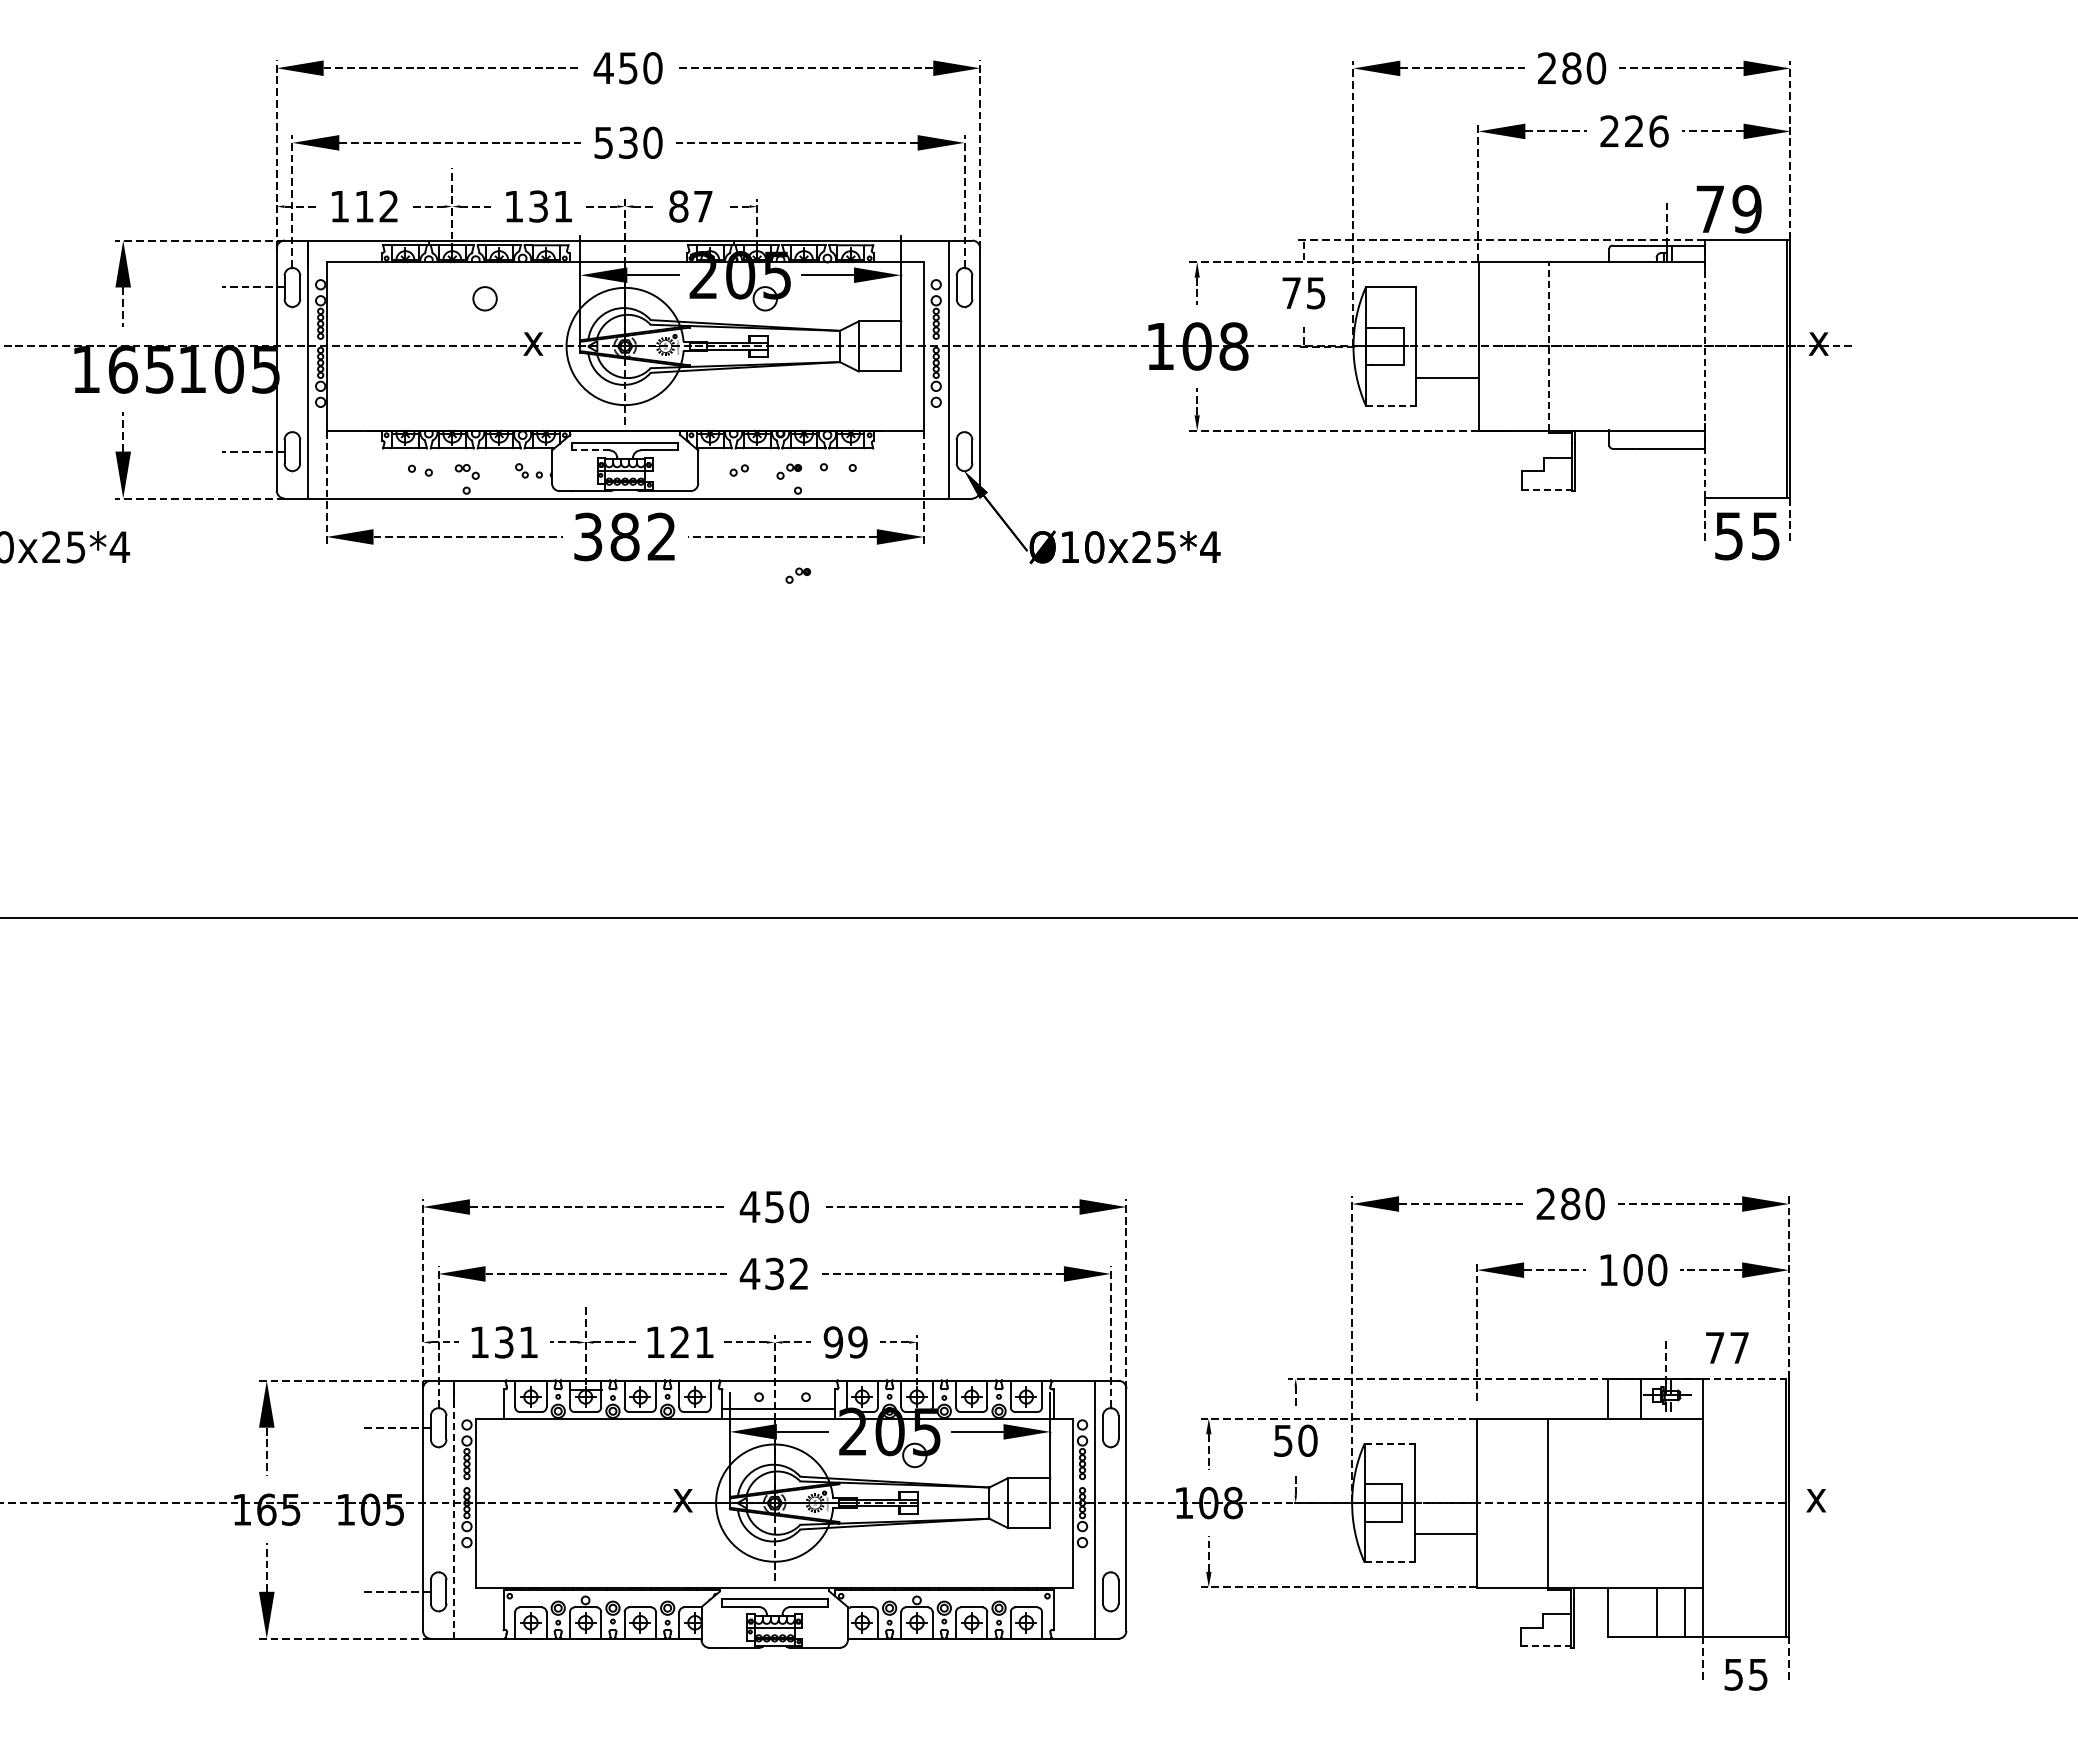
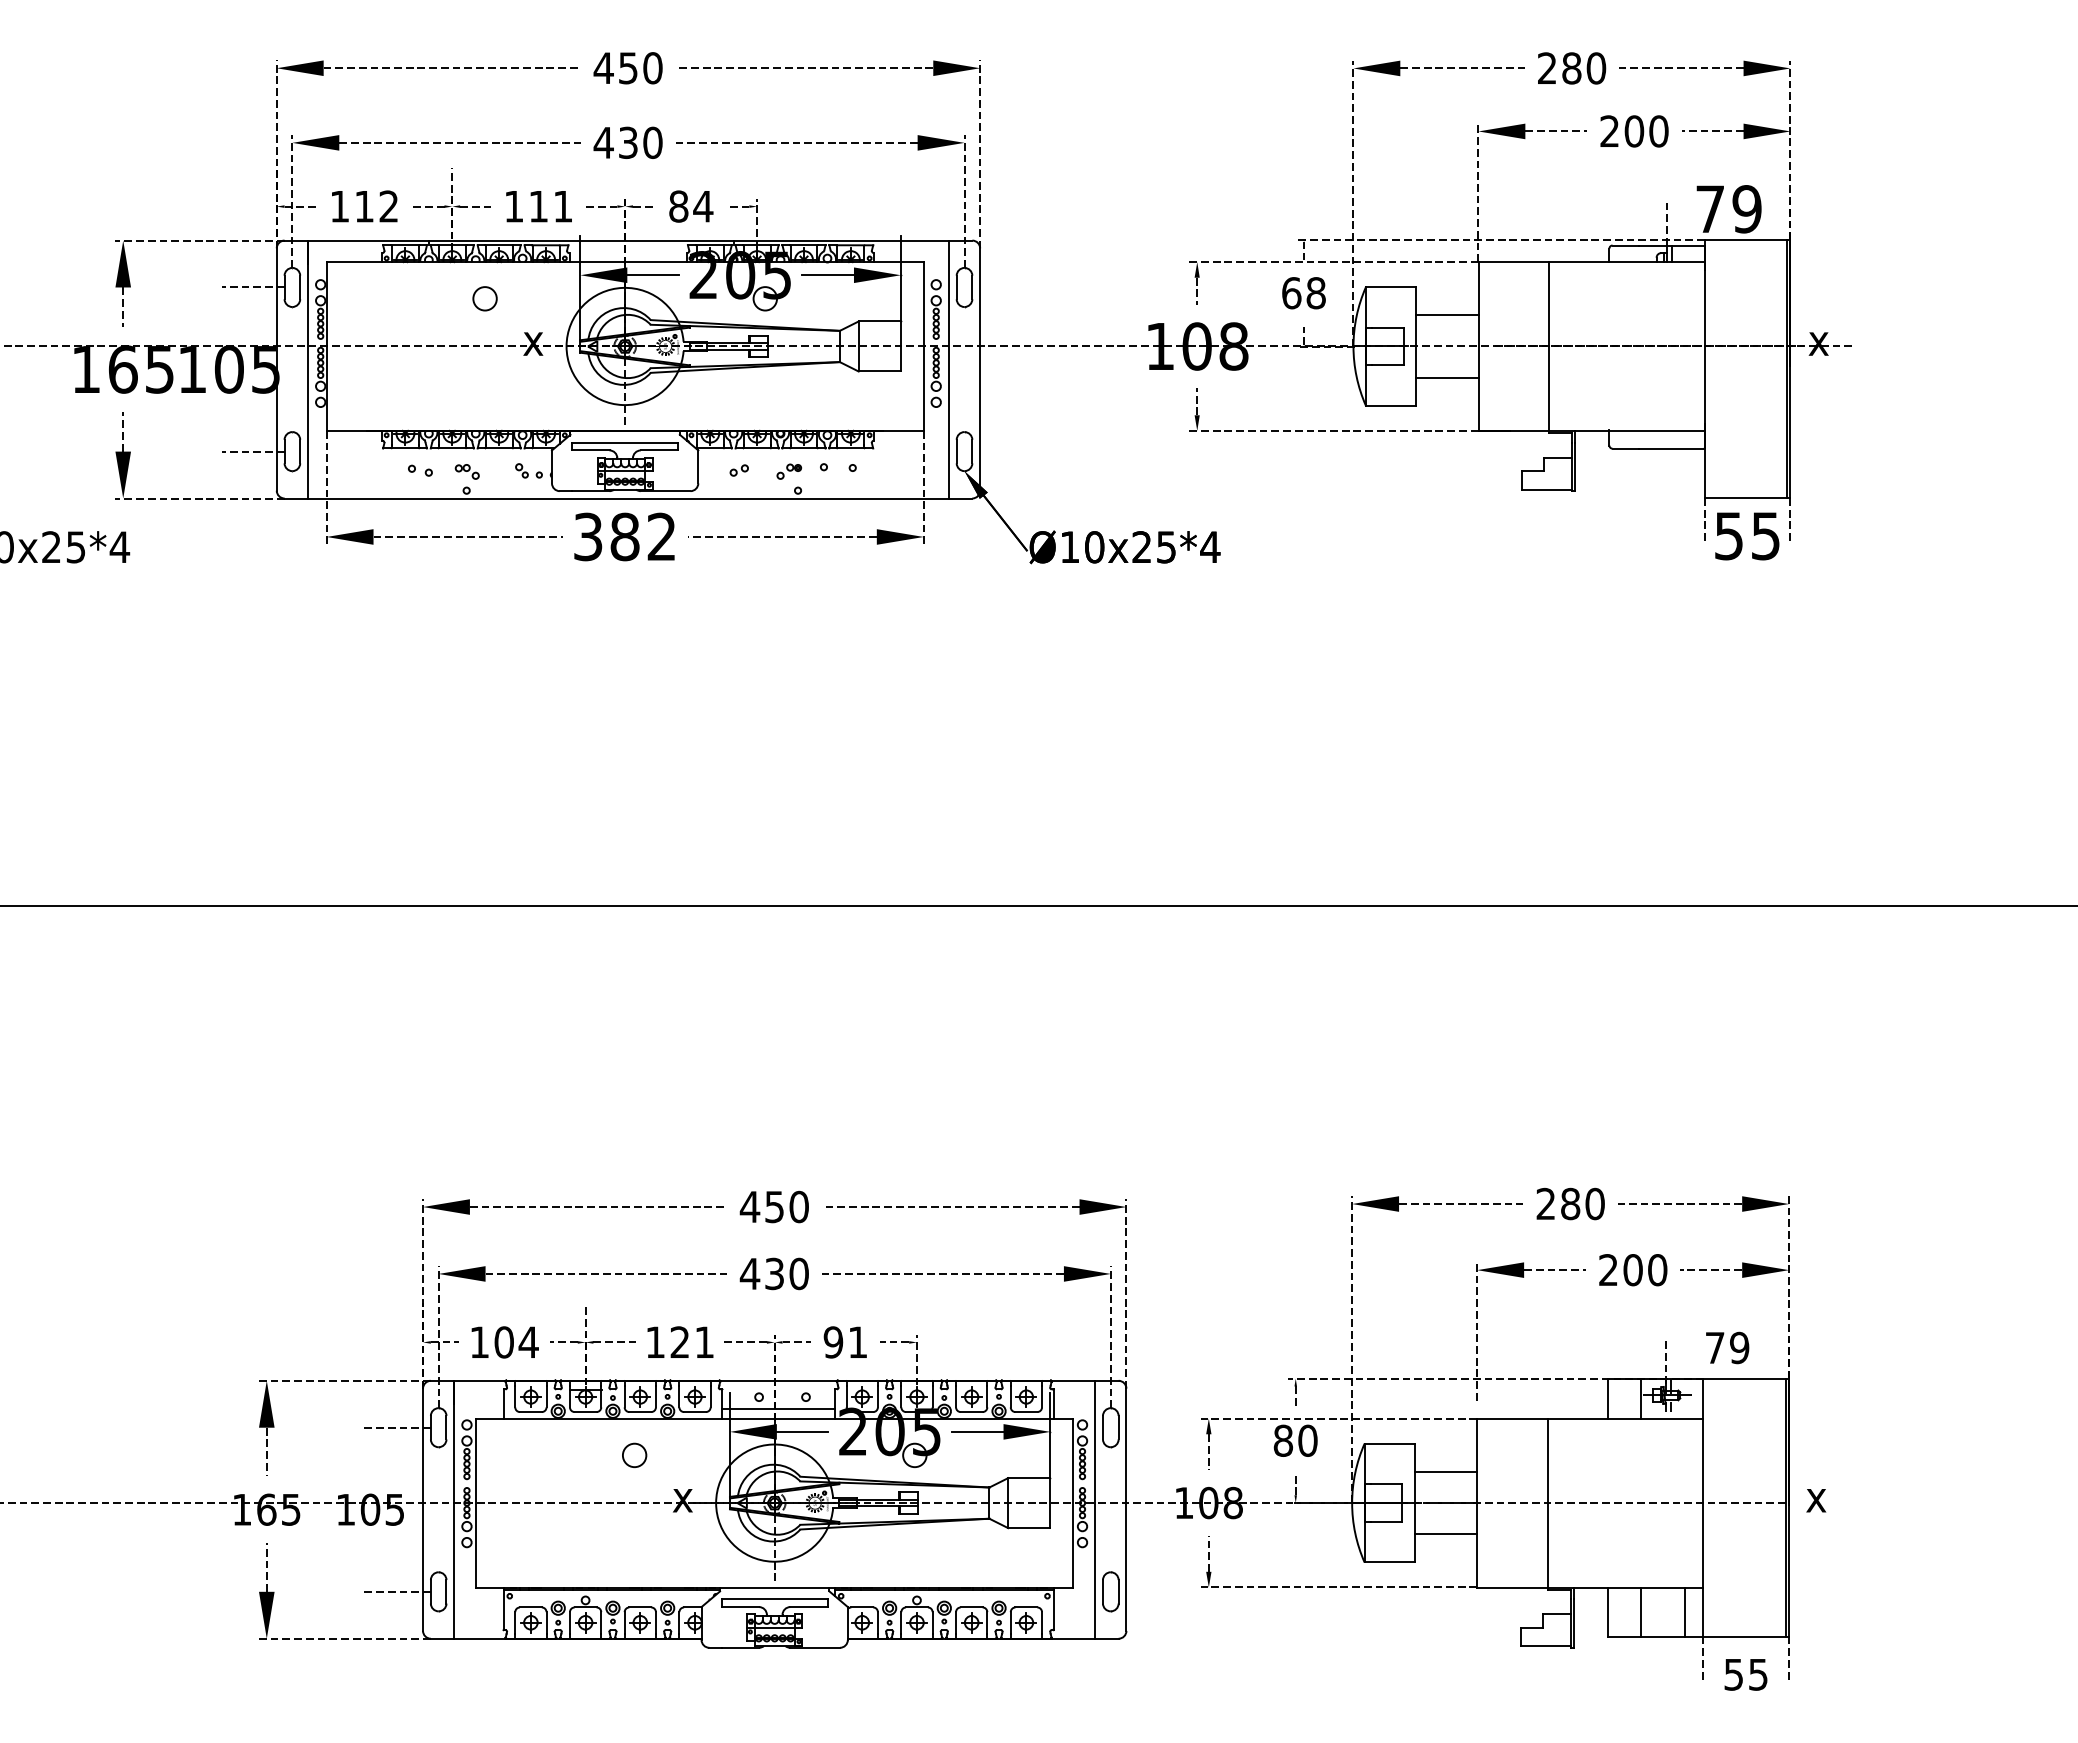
text at (1646, 131): 226 -> 200
text at (603, 142): 530 -> 430
text at (538, 206): 131 -> 111
text at (703, 206): 87 -> 84
text at (1303, 293): 75 -> 68
line at (1447, 315): none -> present
line at (1548, 345): dashed -> solid
line at (1704, 368): dashed -> solid
line at (1391, 405): dashed -> solid
line at (590, 450): dashed -> solid
line at (1547, 489): dashed -> solid
part at (797, 575): present -> none
line at (1038, 918) position: (1038, 918) -> (1038, 906)
text at (1608, 1269): 100 -> 200
text at (798, 1273): 432 -> 430
text at (516, 1342): 131 -> 104
text at (857, 1342): 99 -> 91
text at (1739, 1347): 77 -> 79
line at (1746, 1378): dashed -> solid
text at (1283, 1440): 50 -> 80
line at (1390, 1443): dashed -> solid
circle at (634, 1455): none -> present
line at (1445, 1471): none -> present
line at (454, 1509): dashed -> solid
line at (1390, 1562): dashed -> solid
line at (1656, 1611) position: (1656, 1611) -> (1640, 1611)
line at (1546, 1646): dashed -> solid
